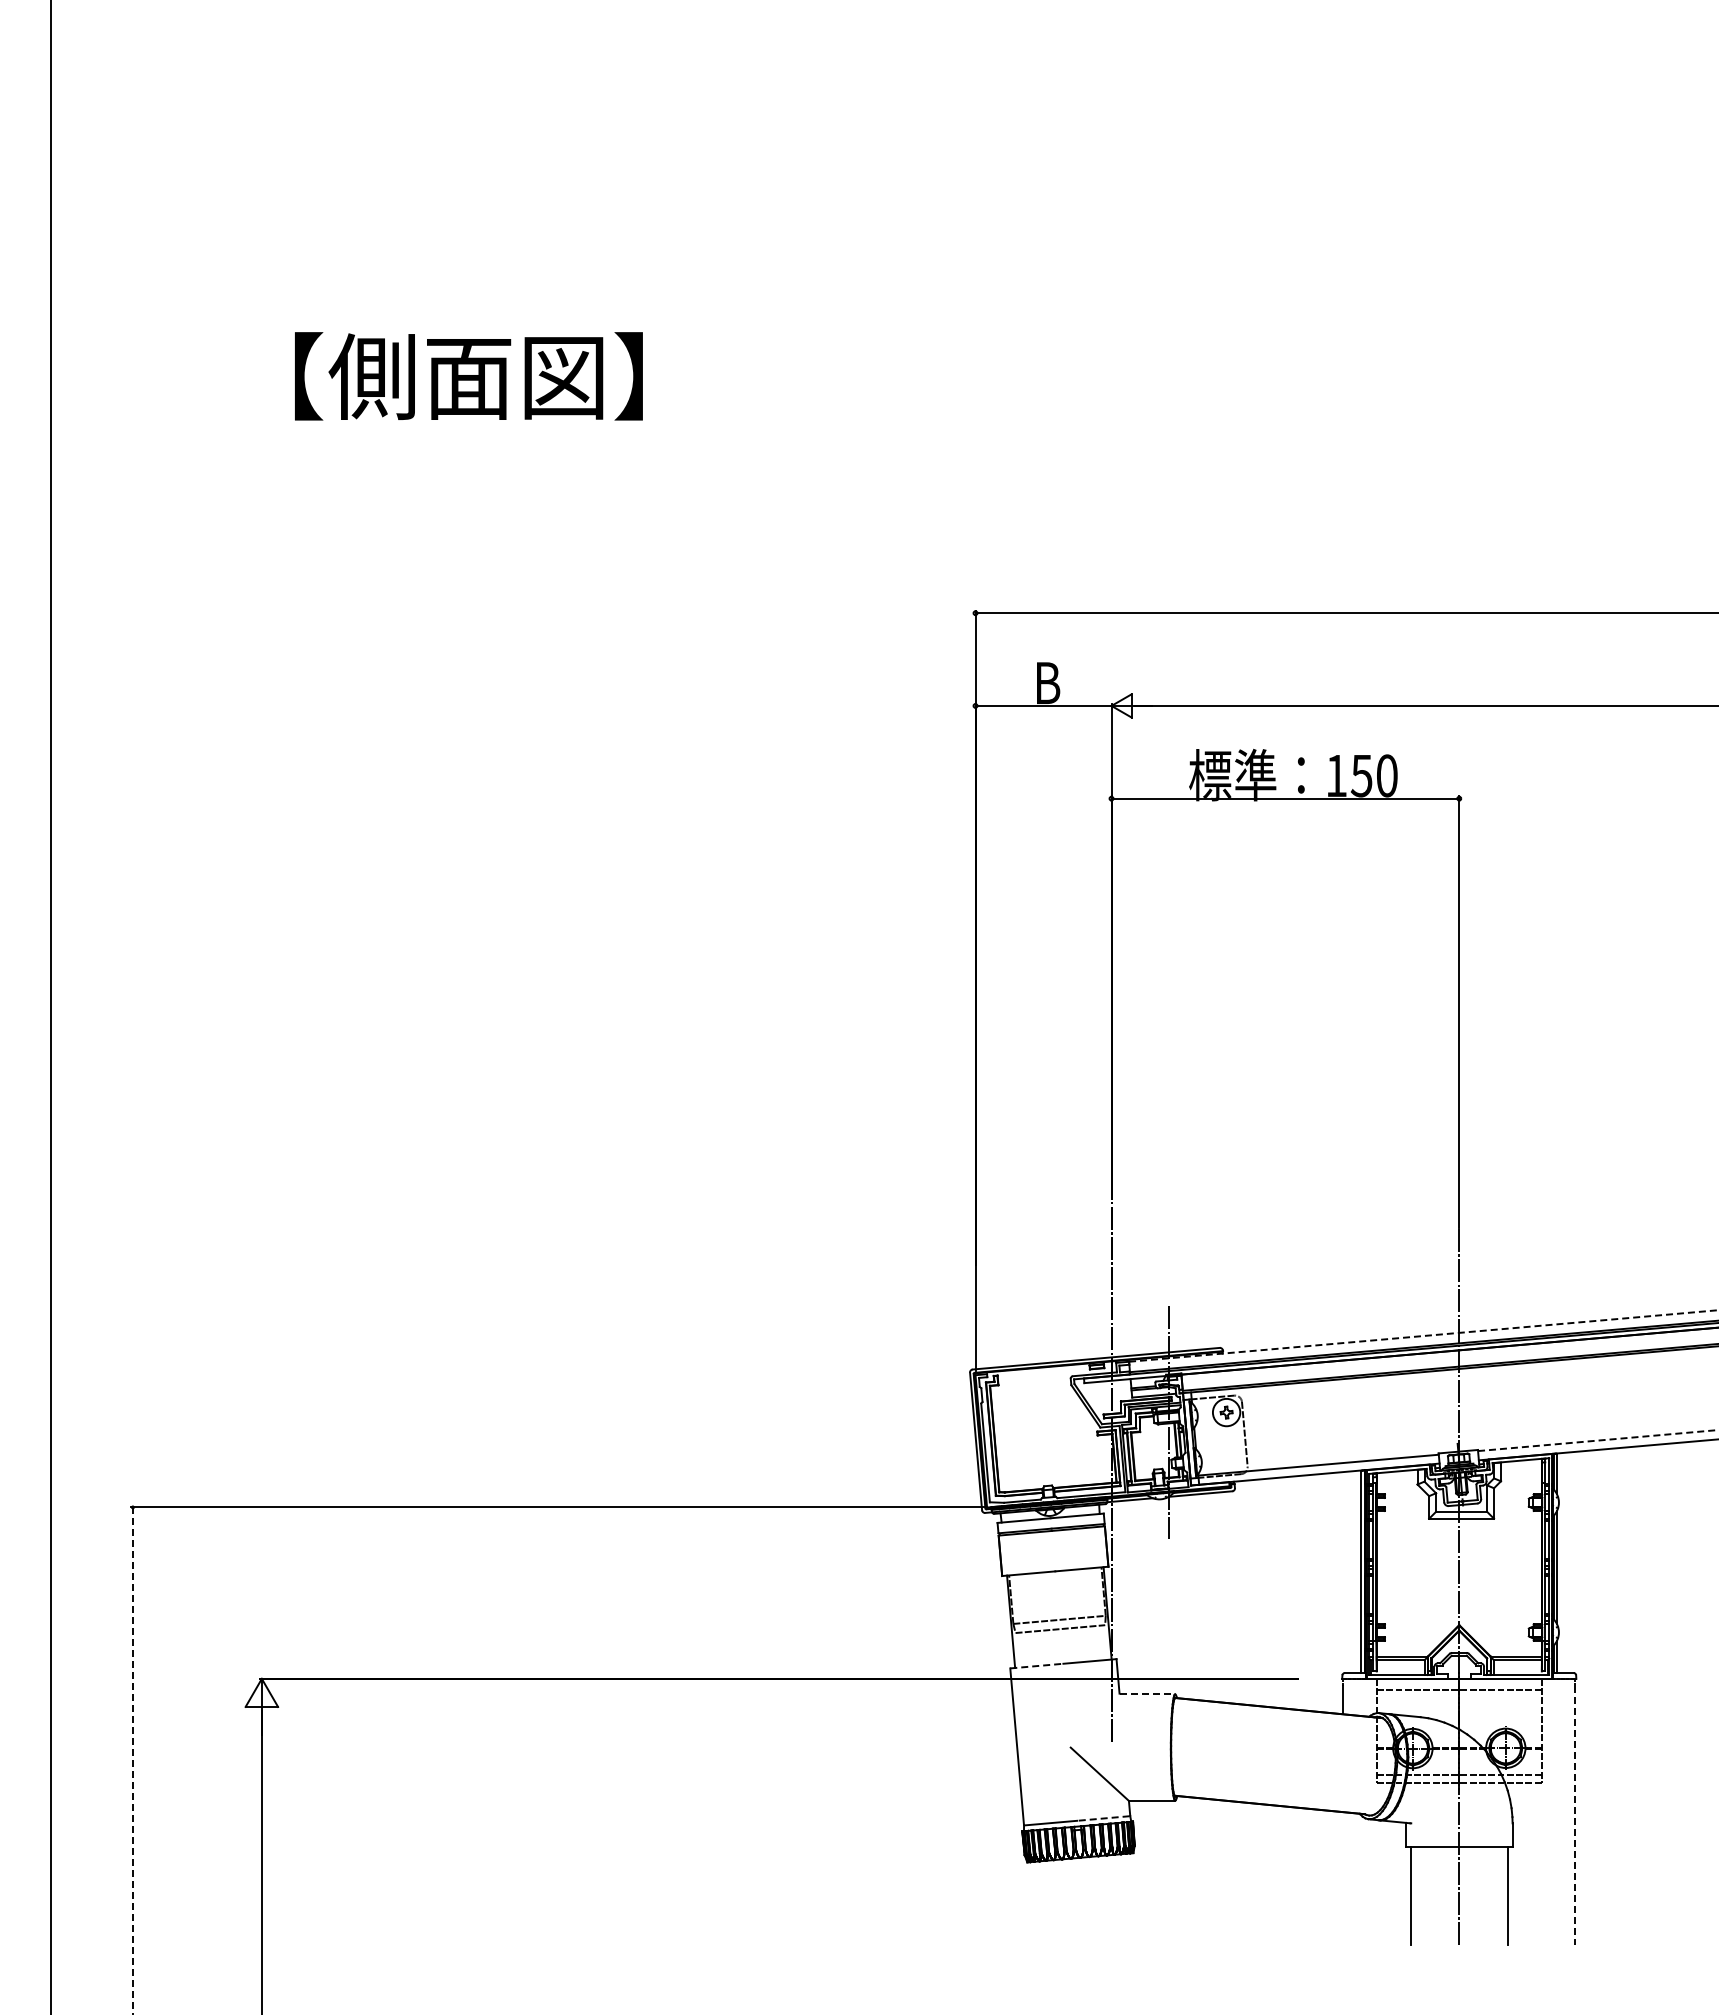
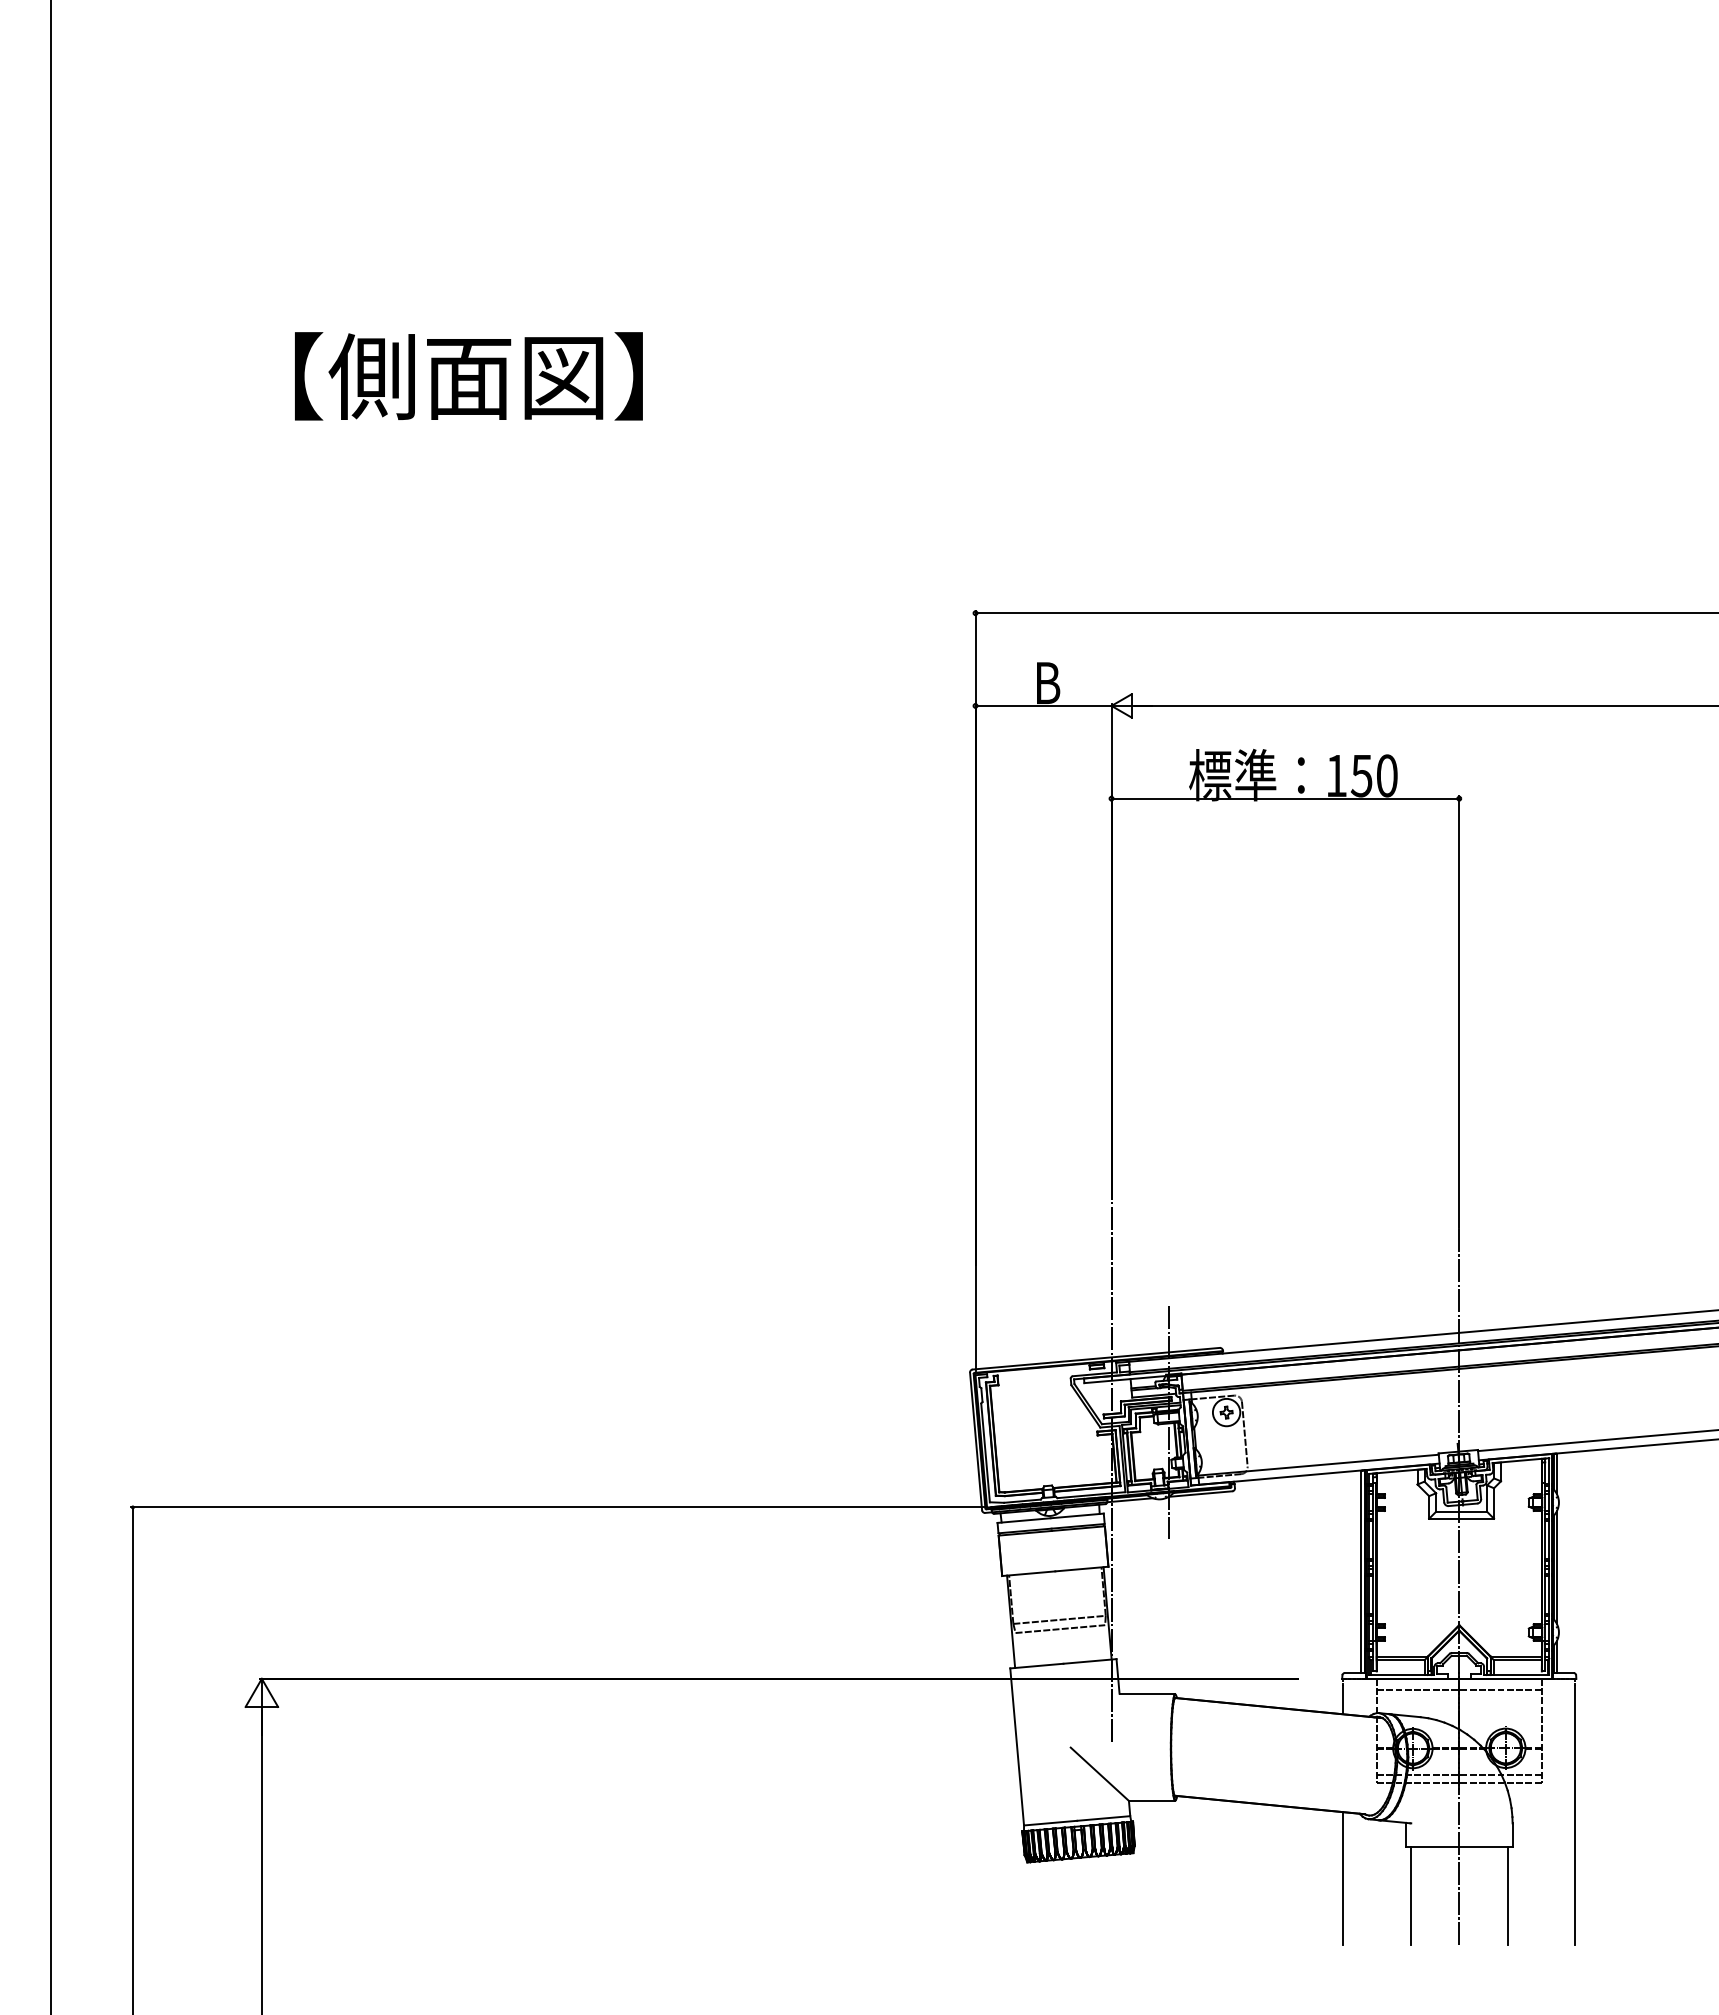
line at (1423, 1335): dashed -> solid
line at (1598, 1440): dashed -> solid
line at (1036, 1666): dashed -> solid
line at (1147, 1694): dashed -> solid
line at (132, 1761): dashed -> solid
line at (1575, 1815): dashed -> solid
line at (1102, 1818): dashed -> solid
line at (1343, 1878): none -> present
